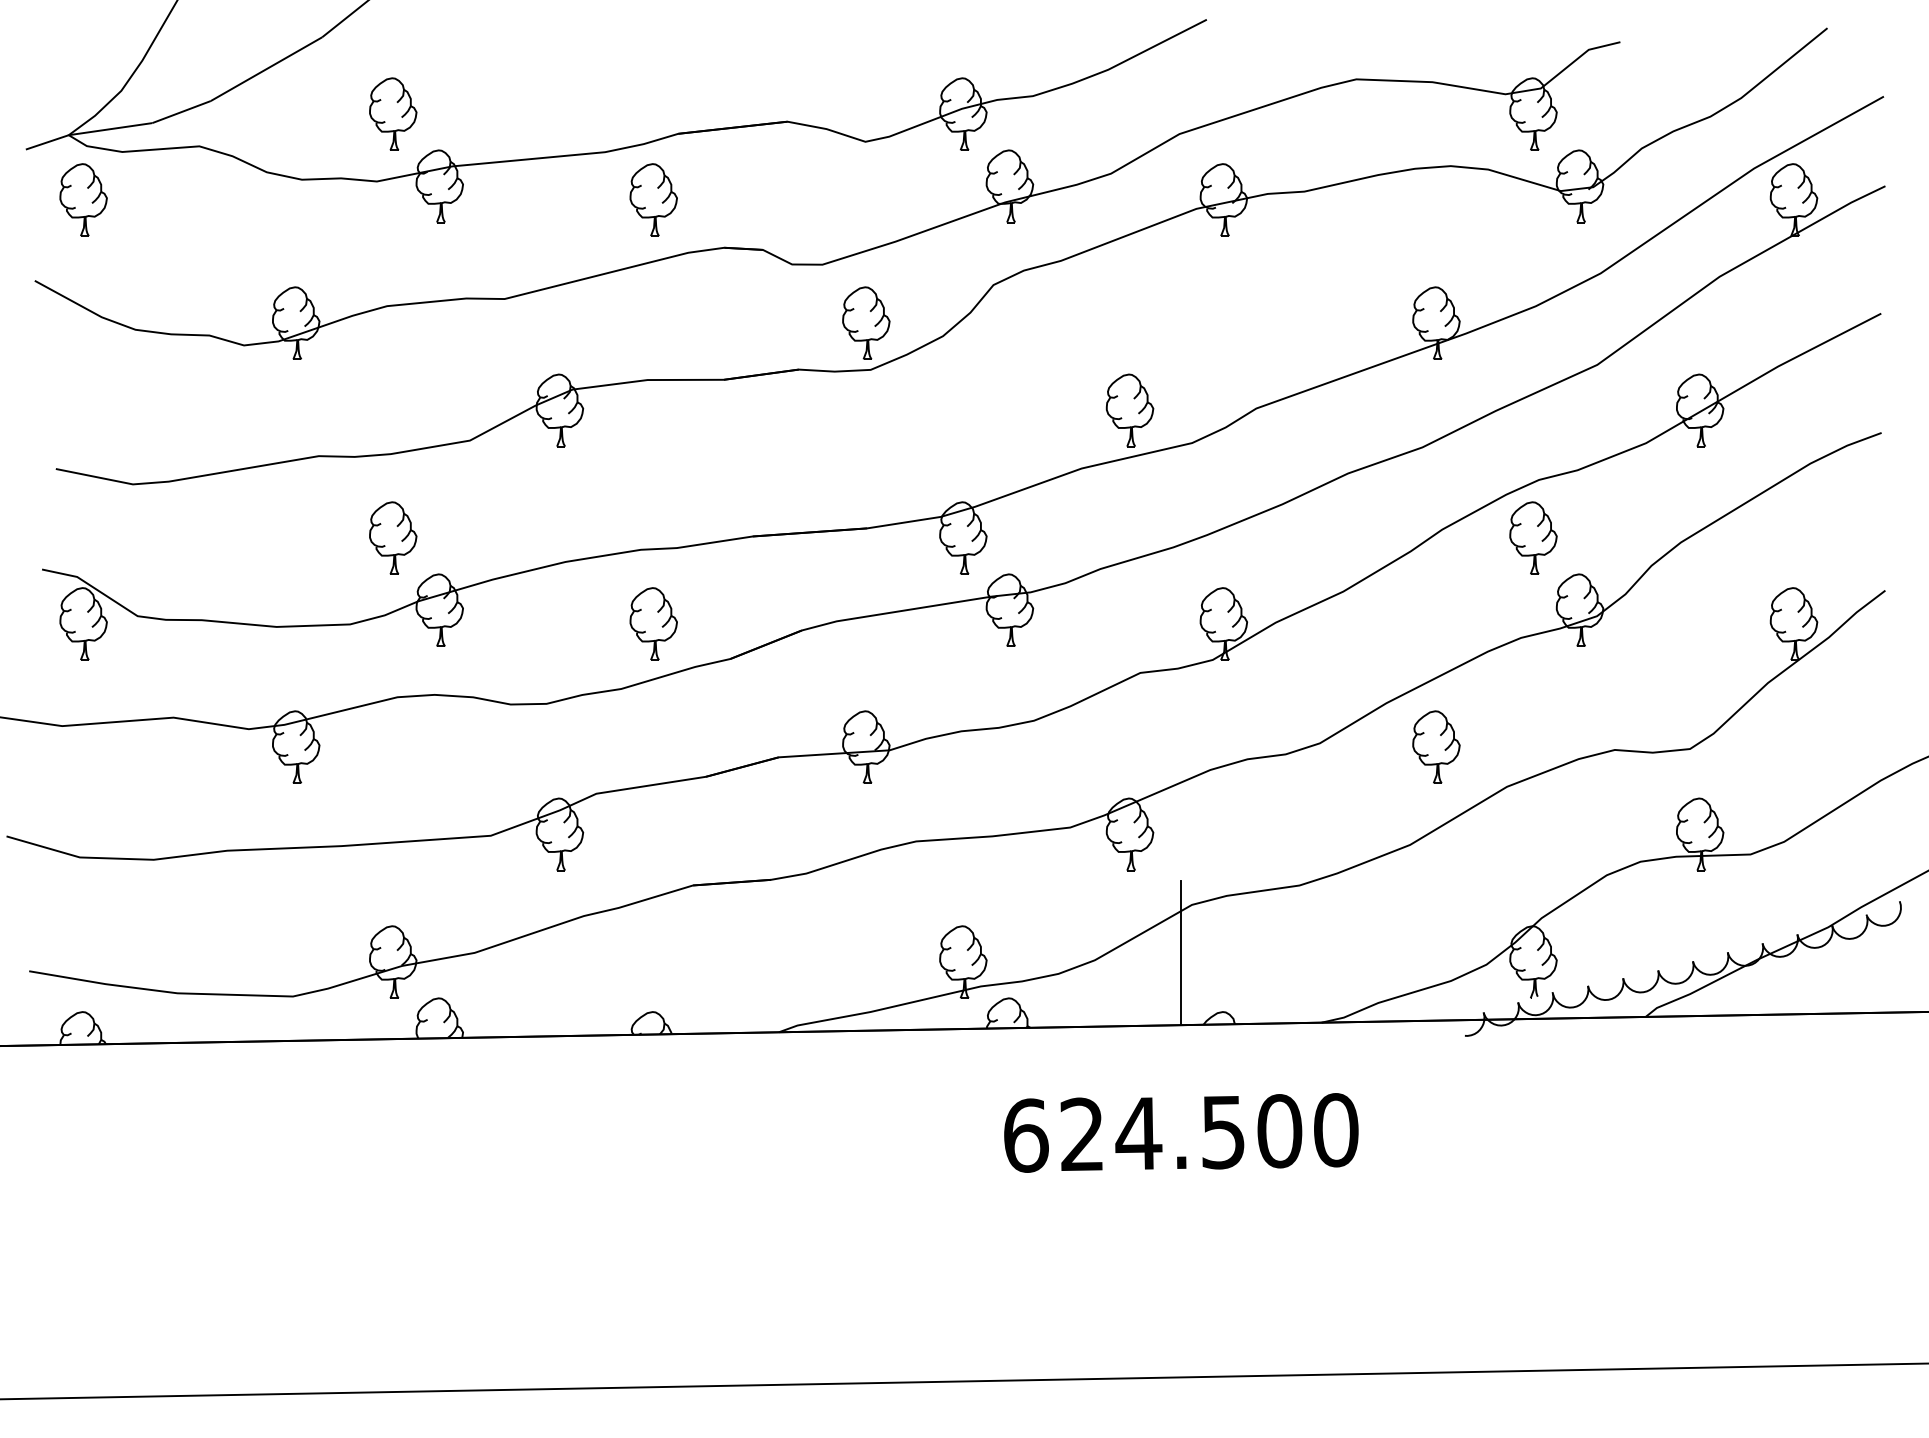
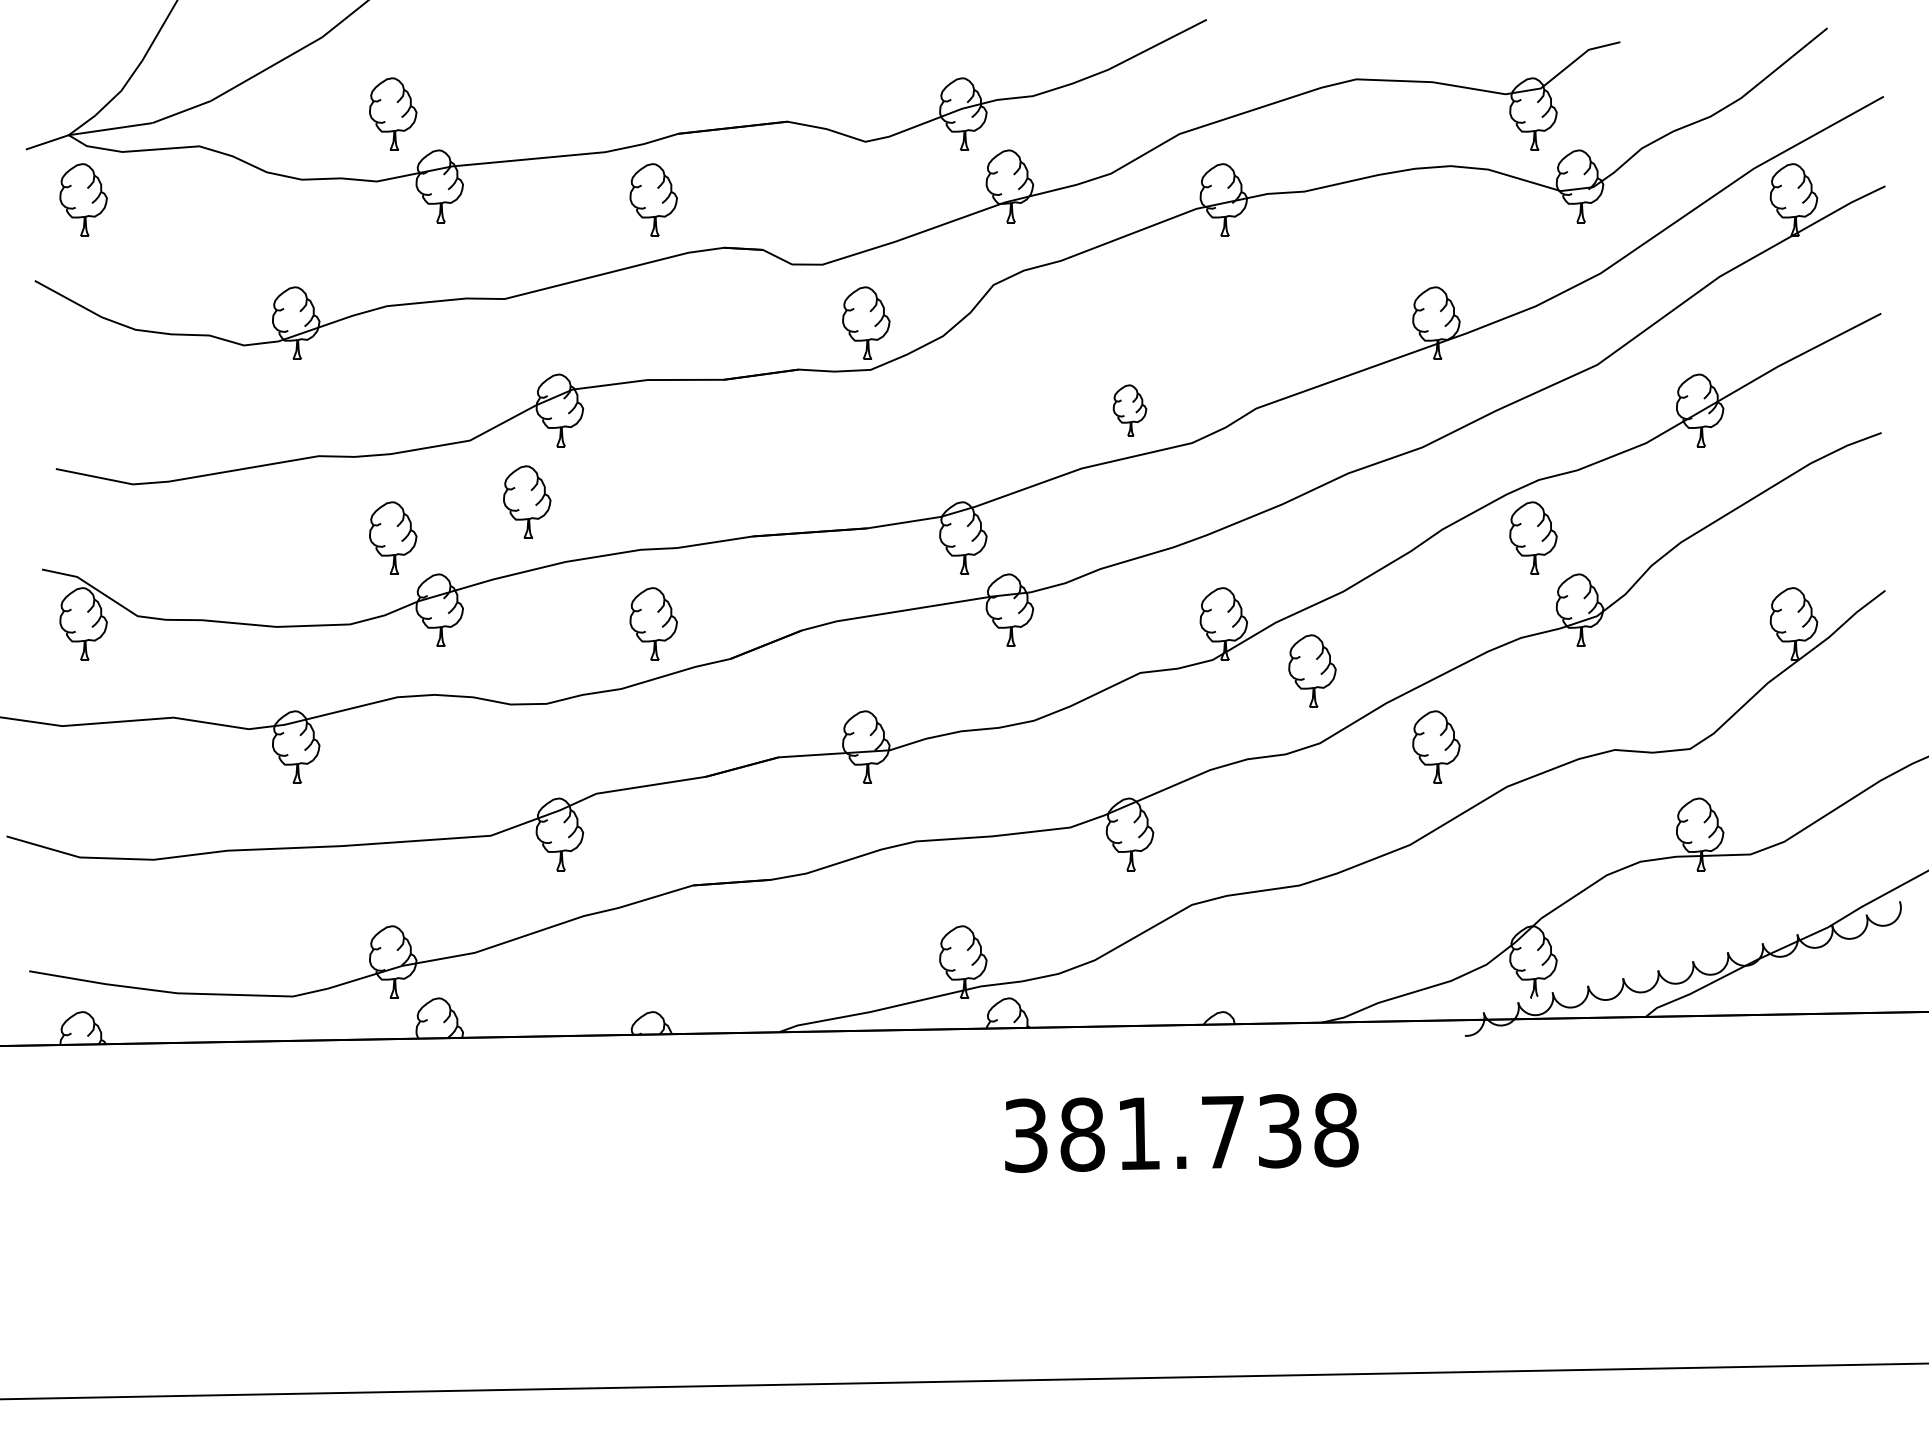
part at (1129, 410) size: 50x75 px -> 36x53 px
part at (527, 501): none -> present
part at (1312, 670): none -> present
line at (1180, 953): present -> none
text at (1181, 1133): 624.500 -> 381.738
